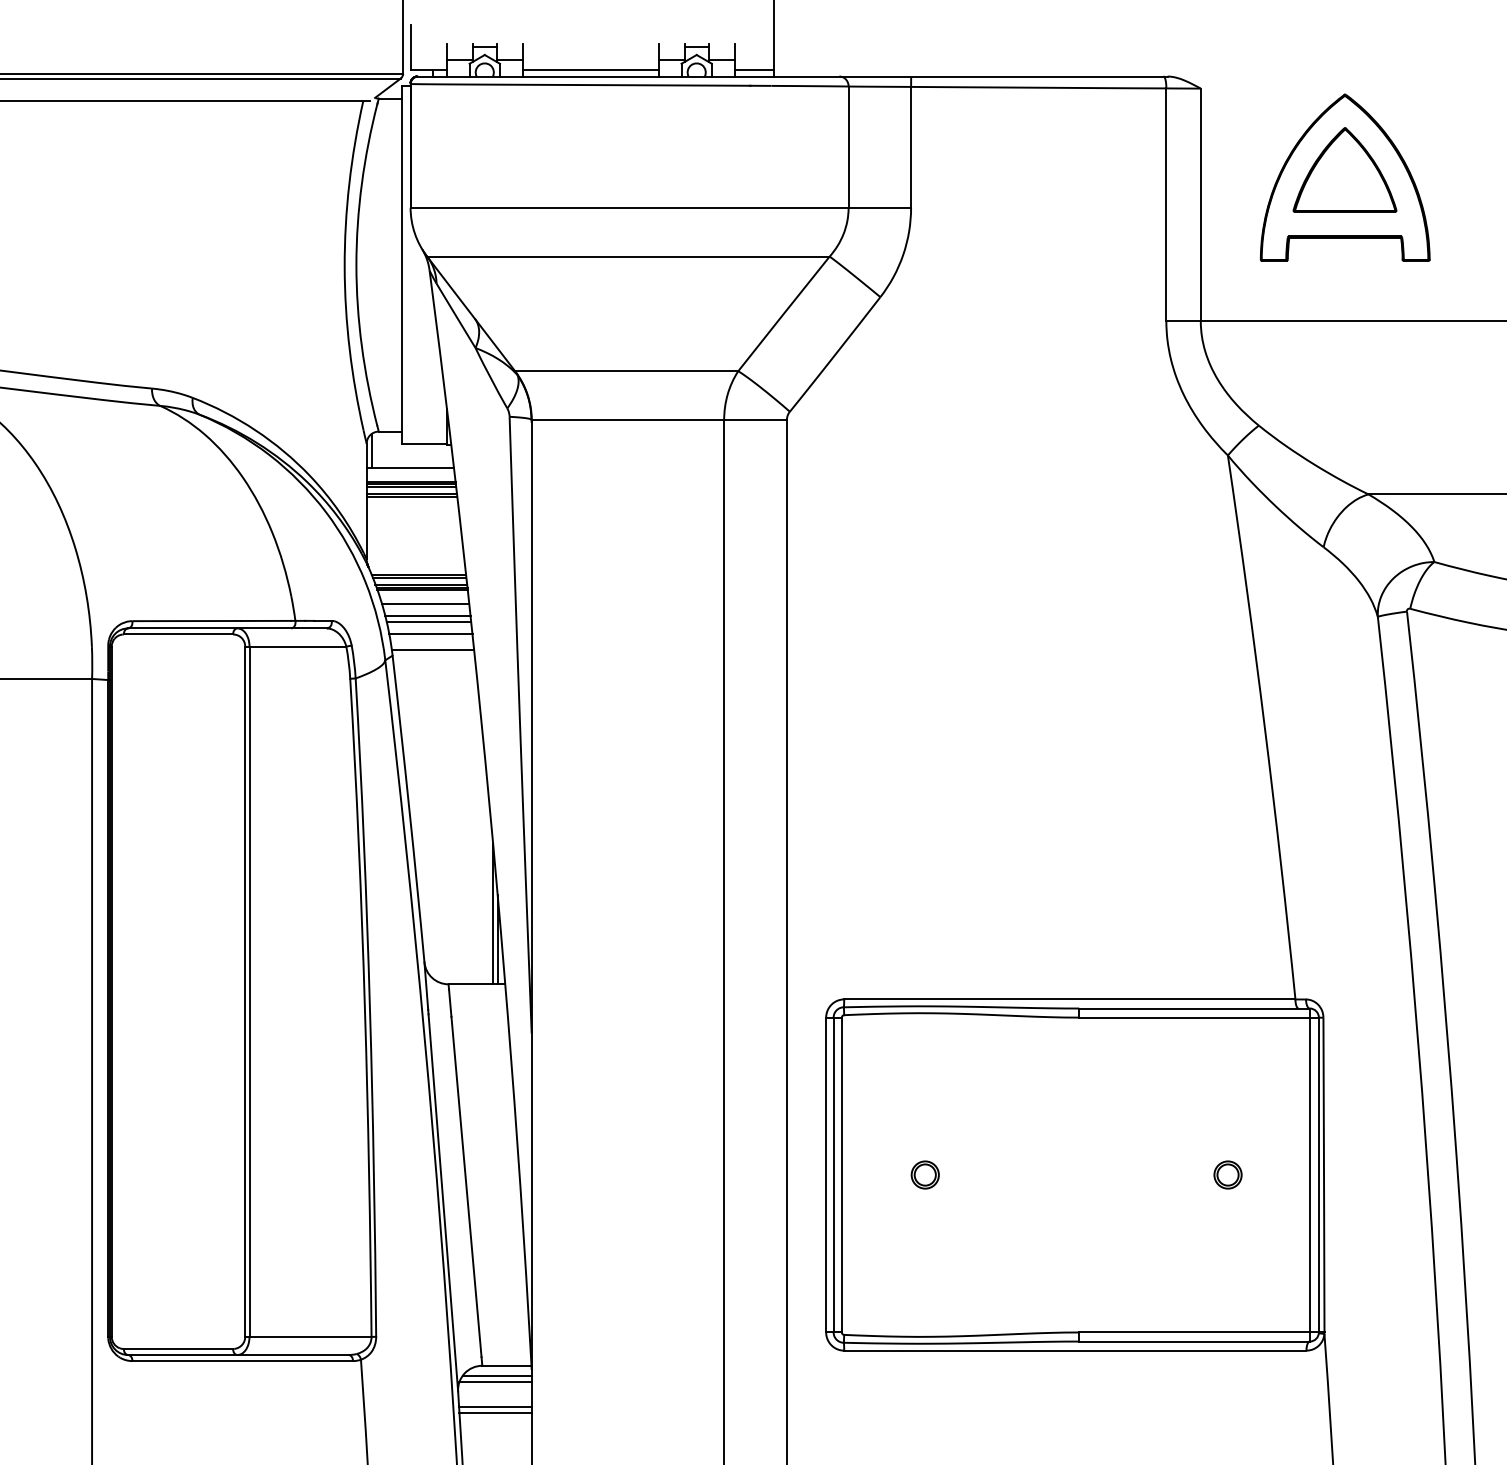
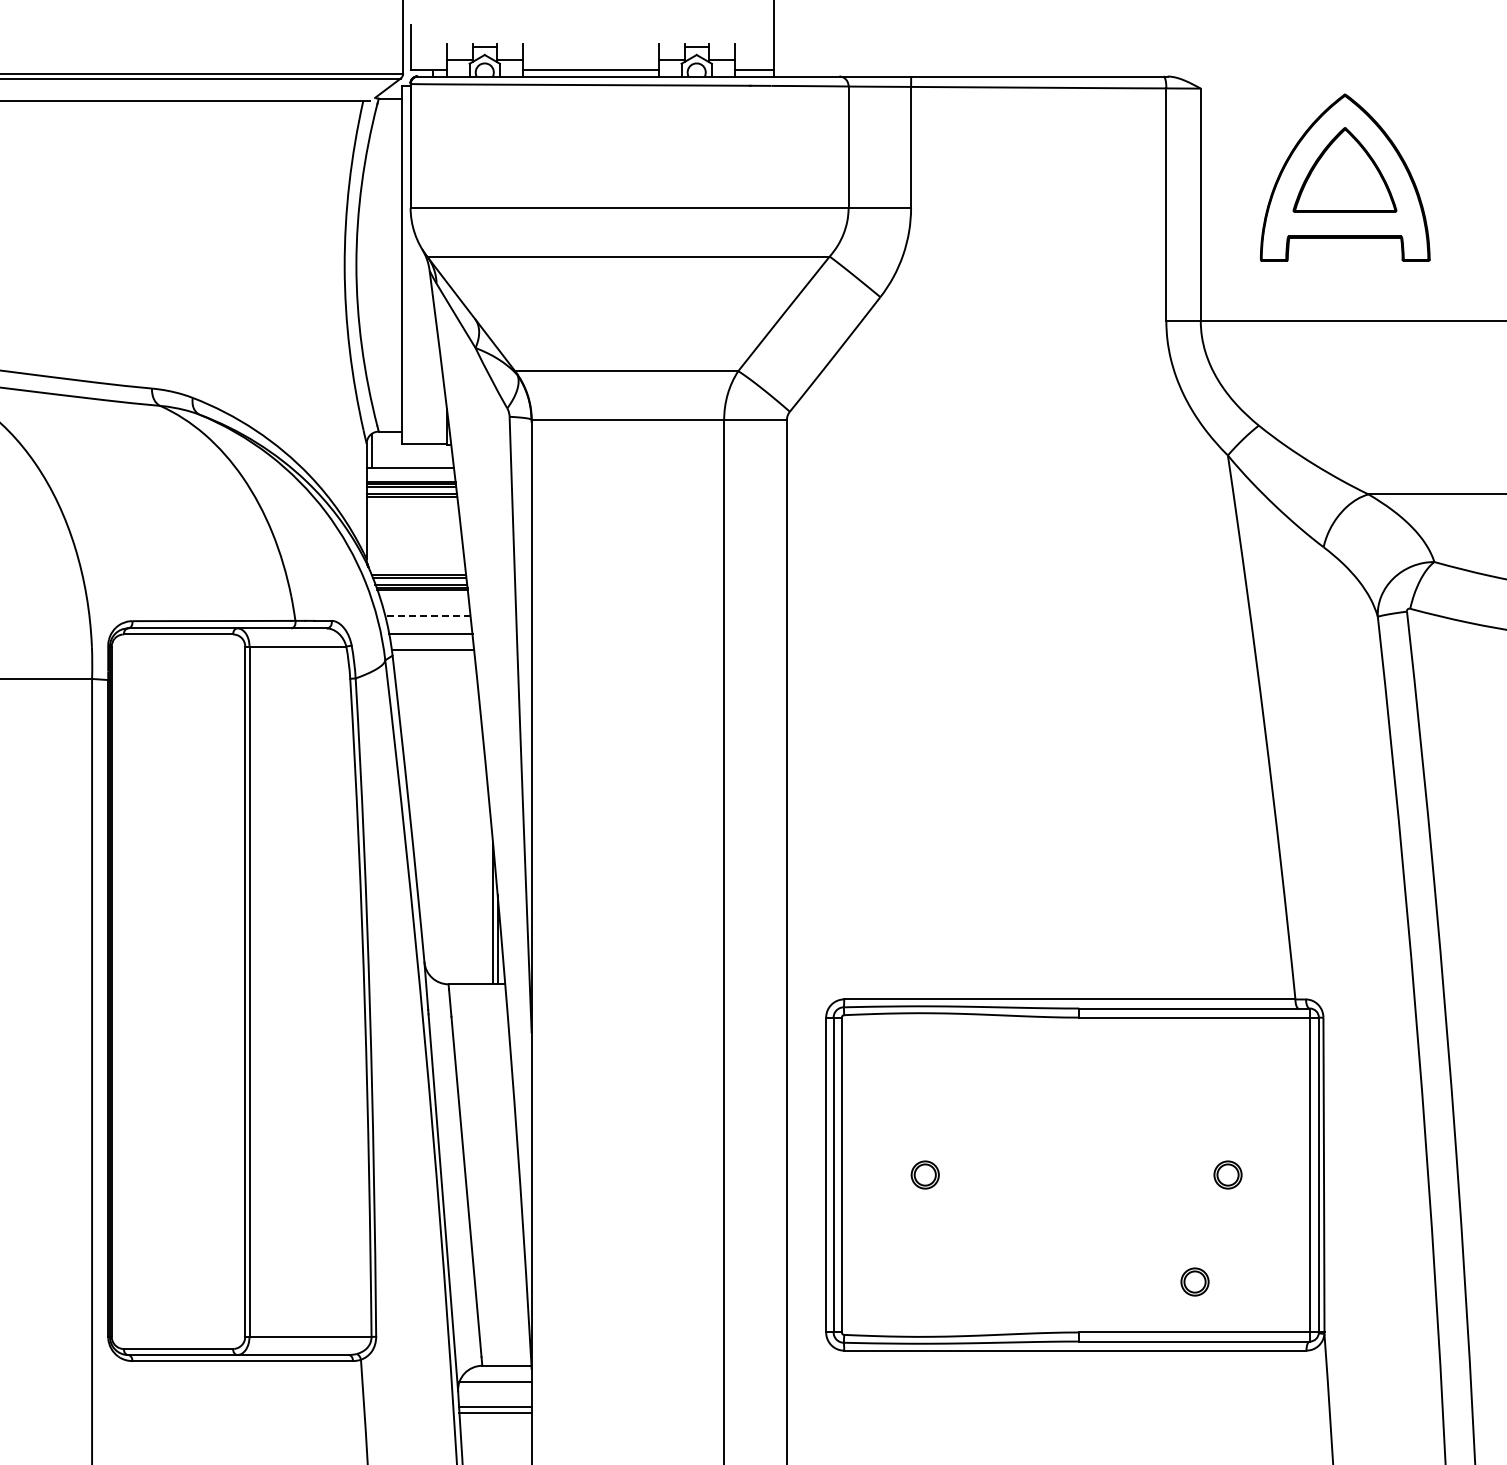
line at (425, 604): present -> none
line at (427, 616): solid -> dashed
line at (428, 622): present -> none
part at (1194, 1281): none -> present
line at (496, 1376): present -> none
